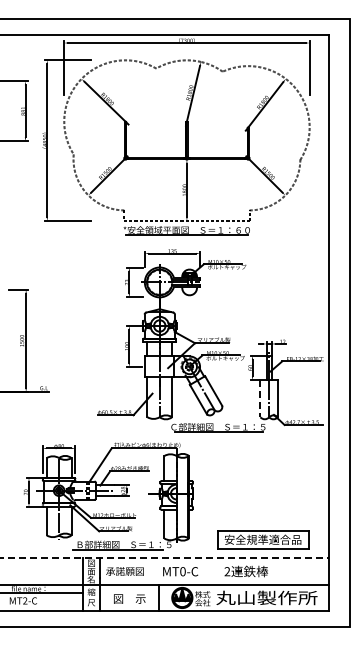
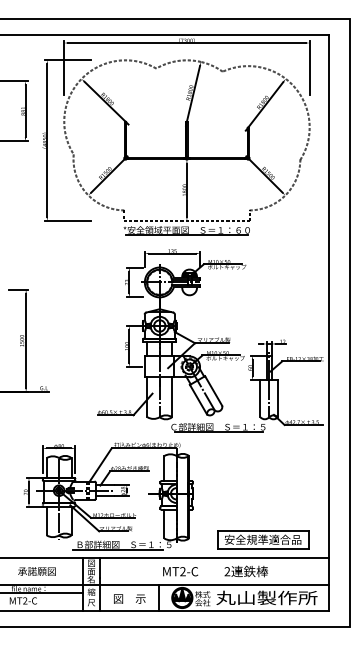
line at (260, 399): dashed -> solid
line at (164, 558): dashed -> solid
text at (124, 571) position: (124, 571) -> (36, 571)
text at (182, 571): MT0-C -> MT2-C
